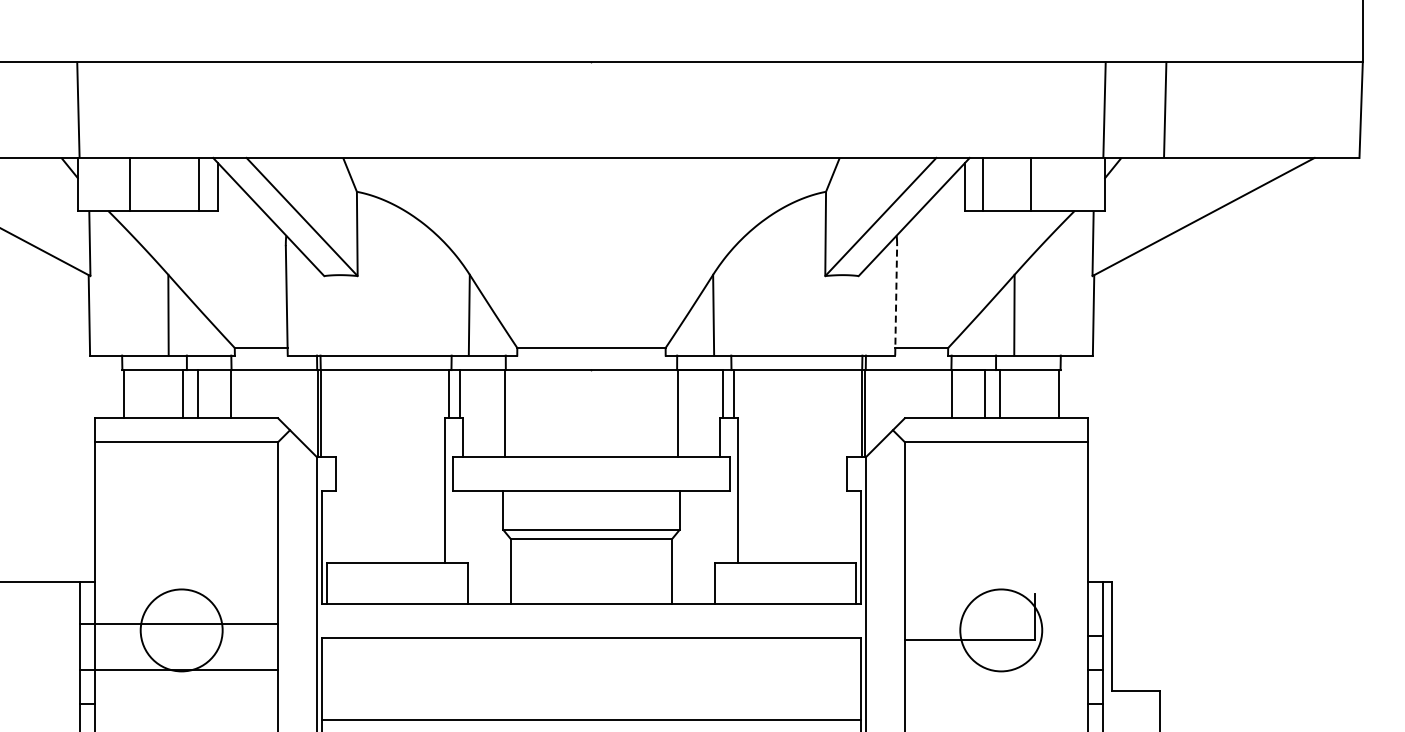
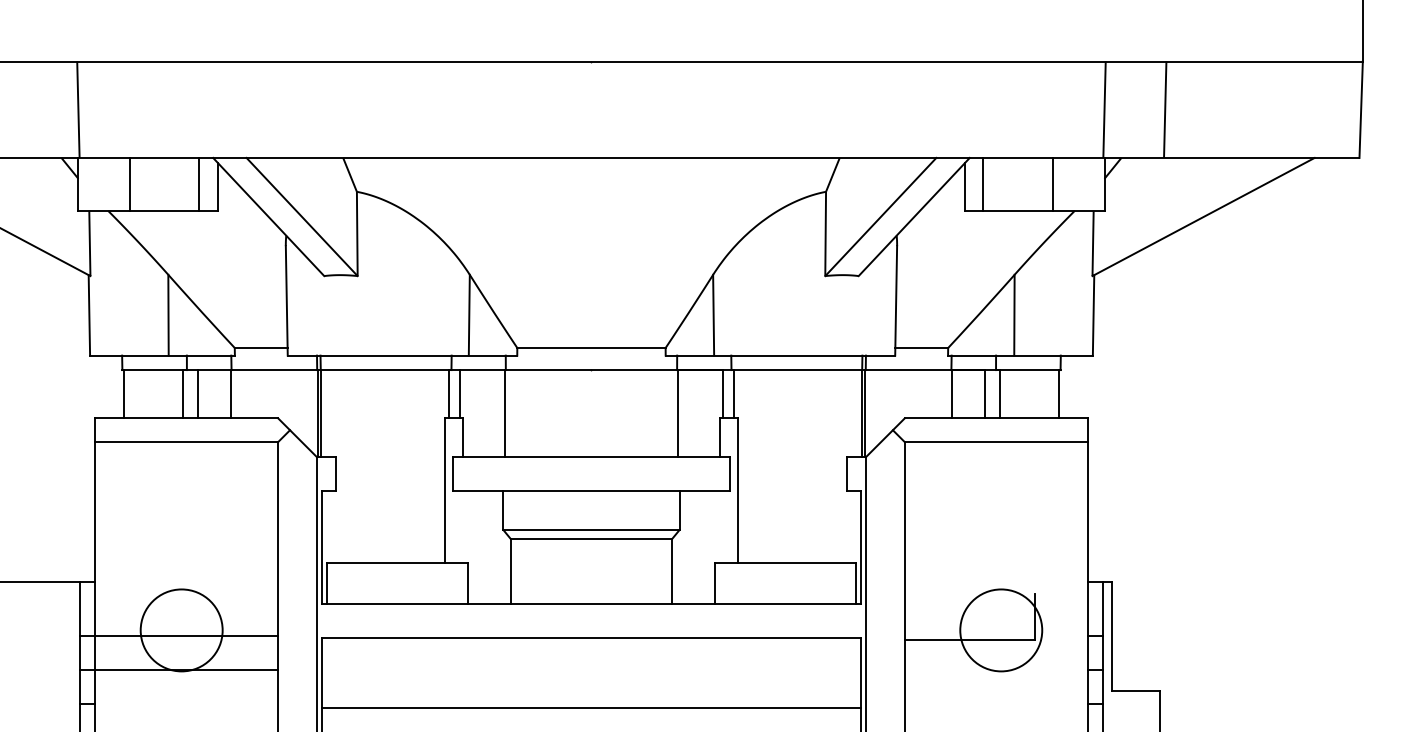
line at (1031, 184) position: (1031, 184) -> (1053, 184)
line at (896, 300): dashed -> solid
line at (179, 623) position: (179, 623) -> (179, 635)
line at (591, 719) position: (591, 719) -> (591, 707)
